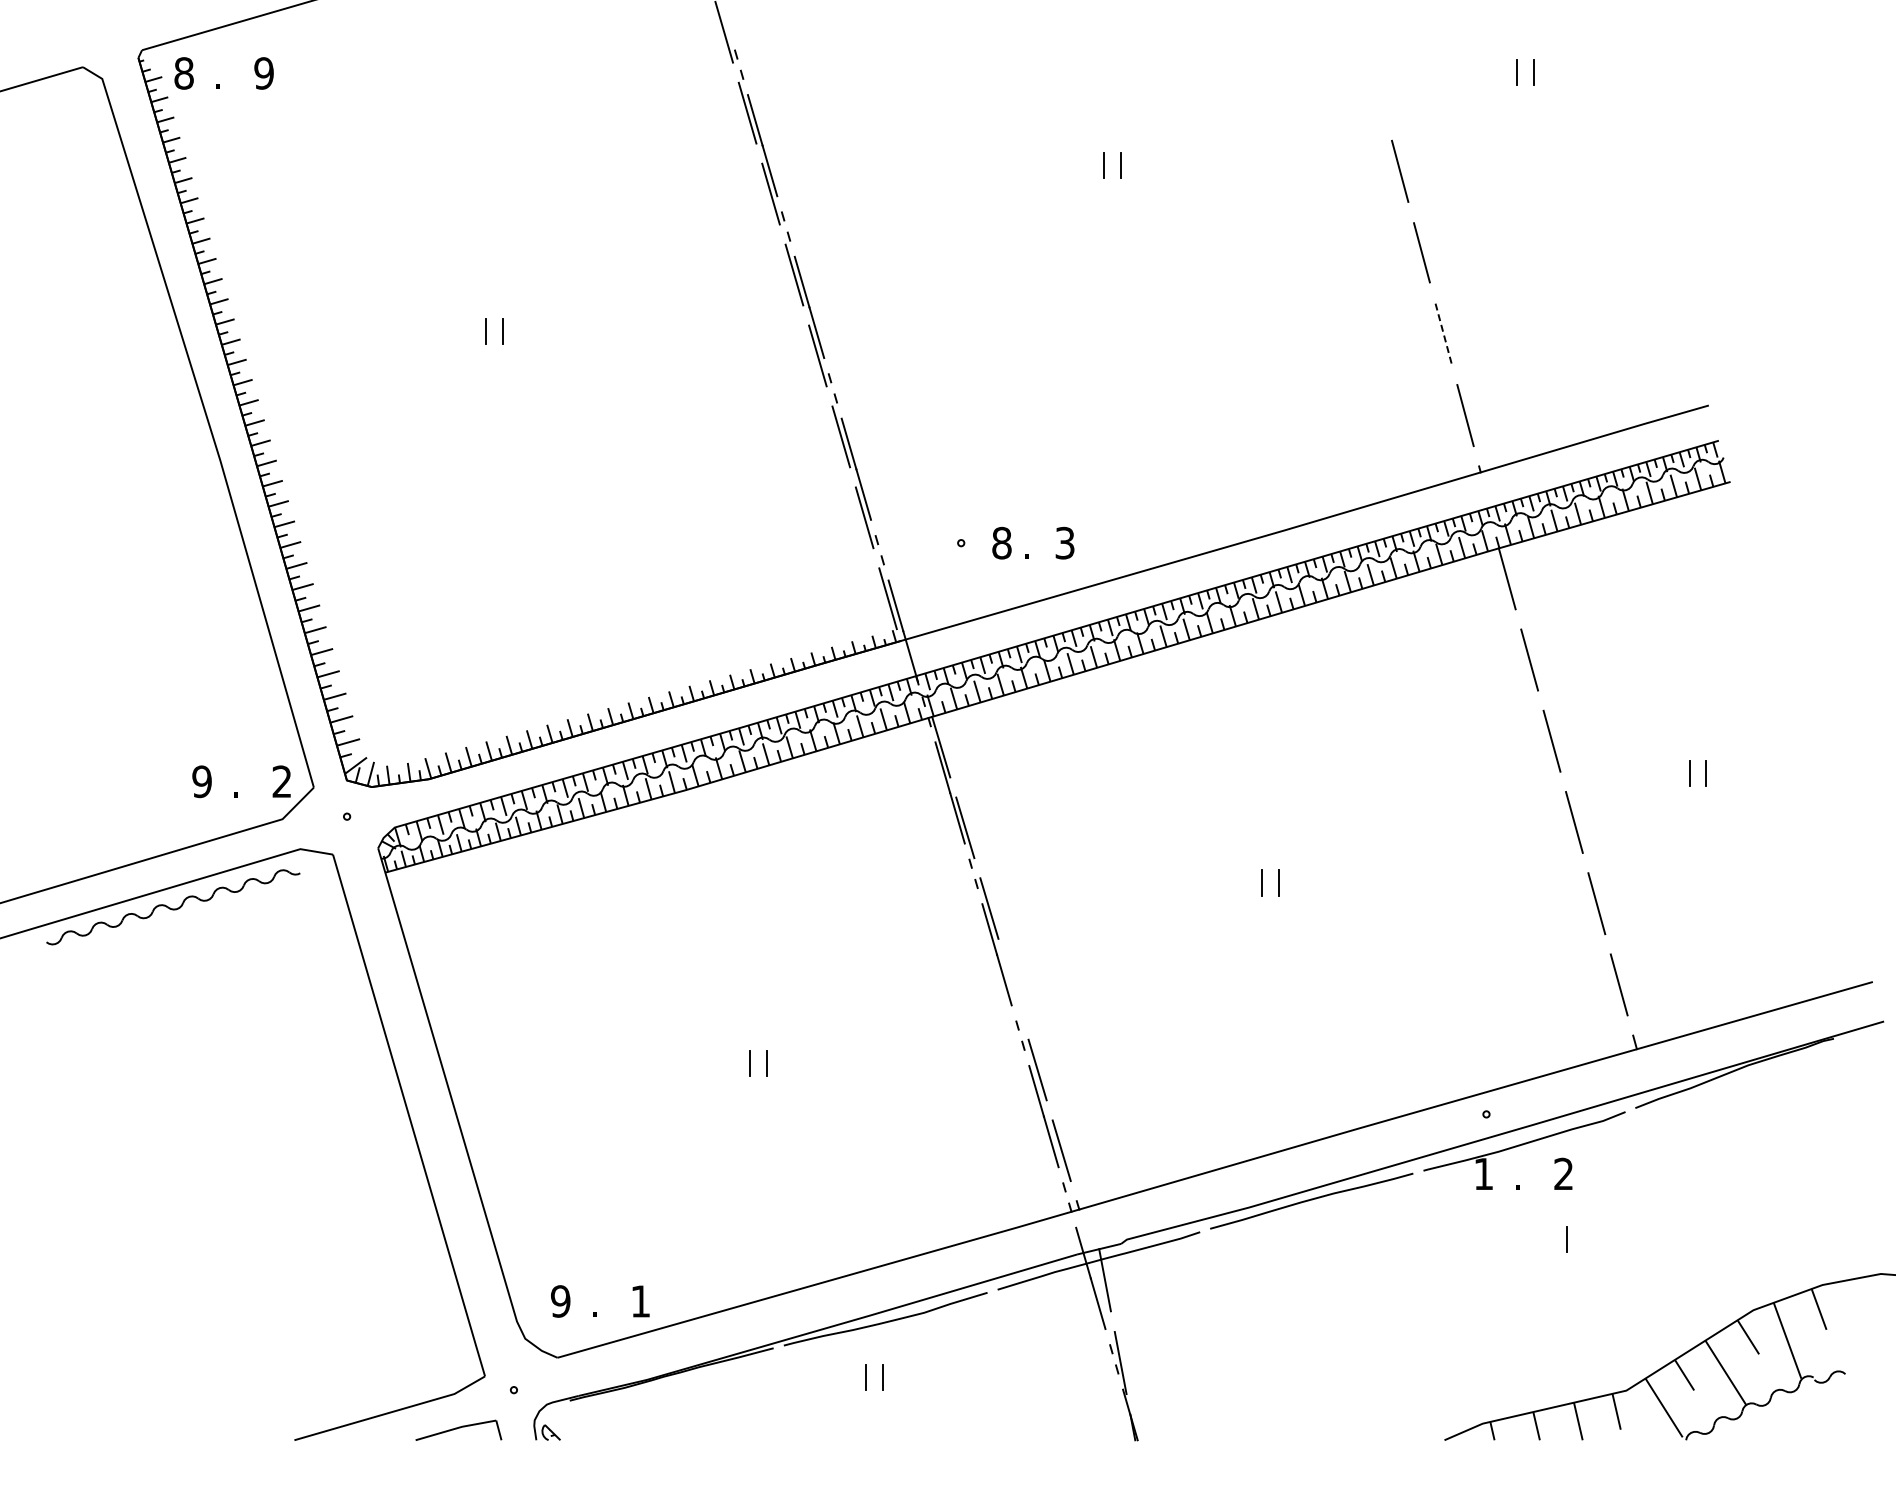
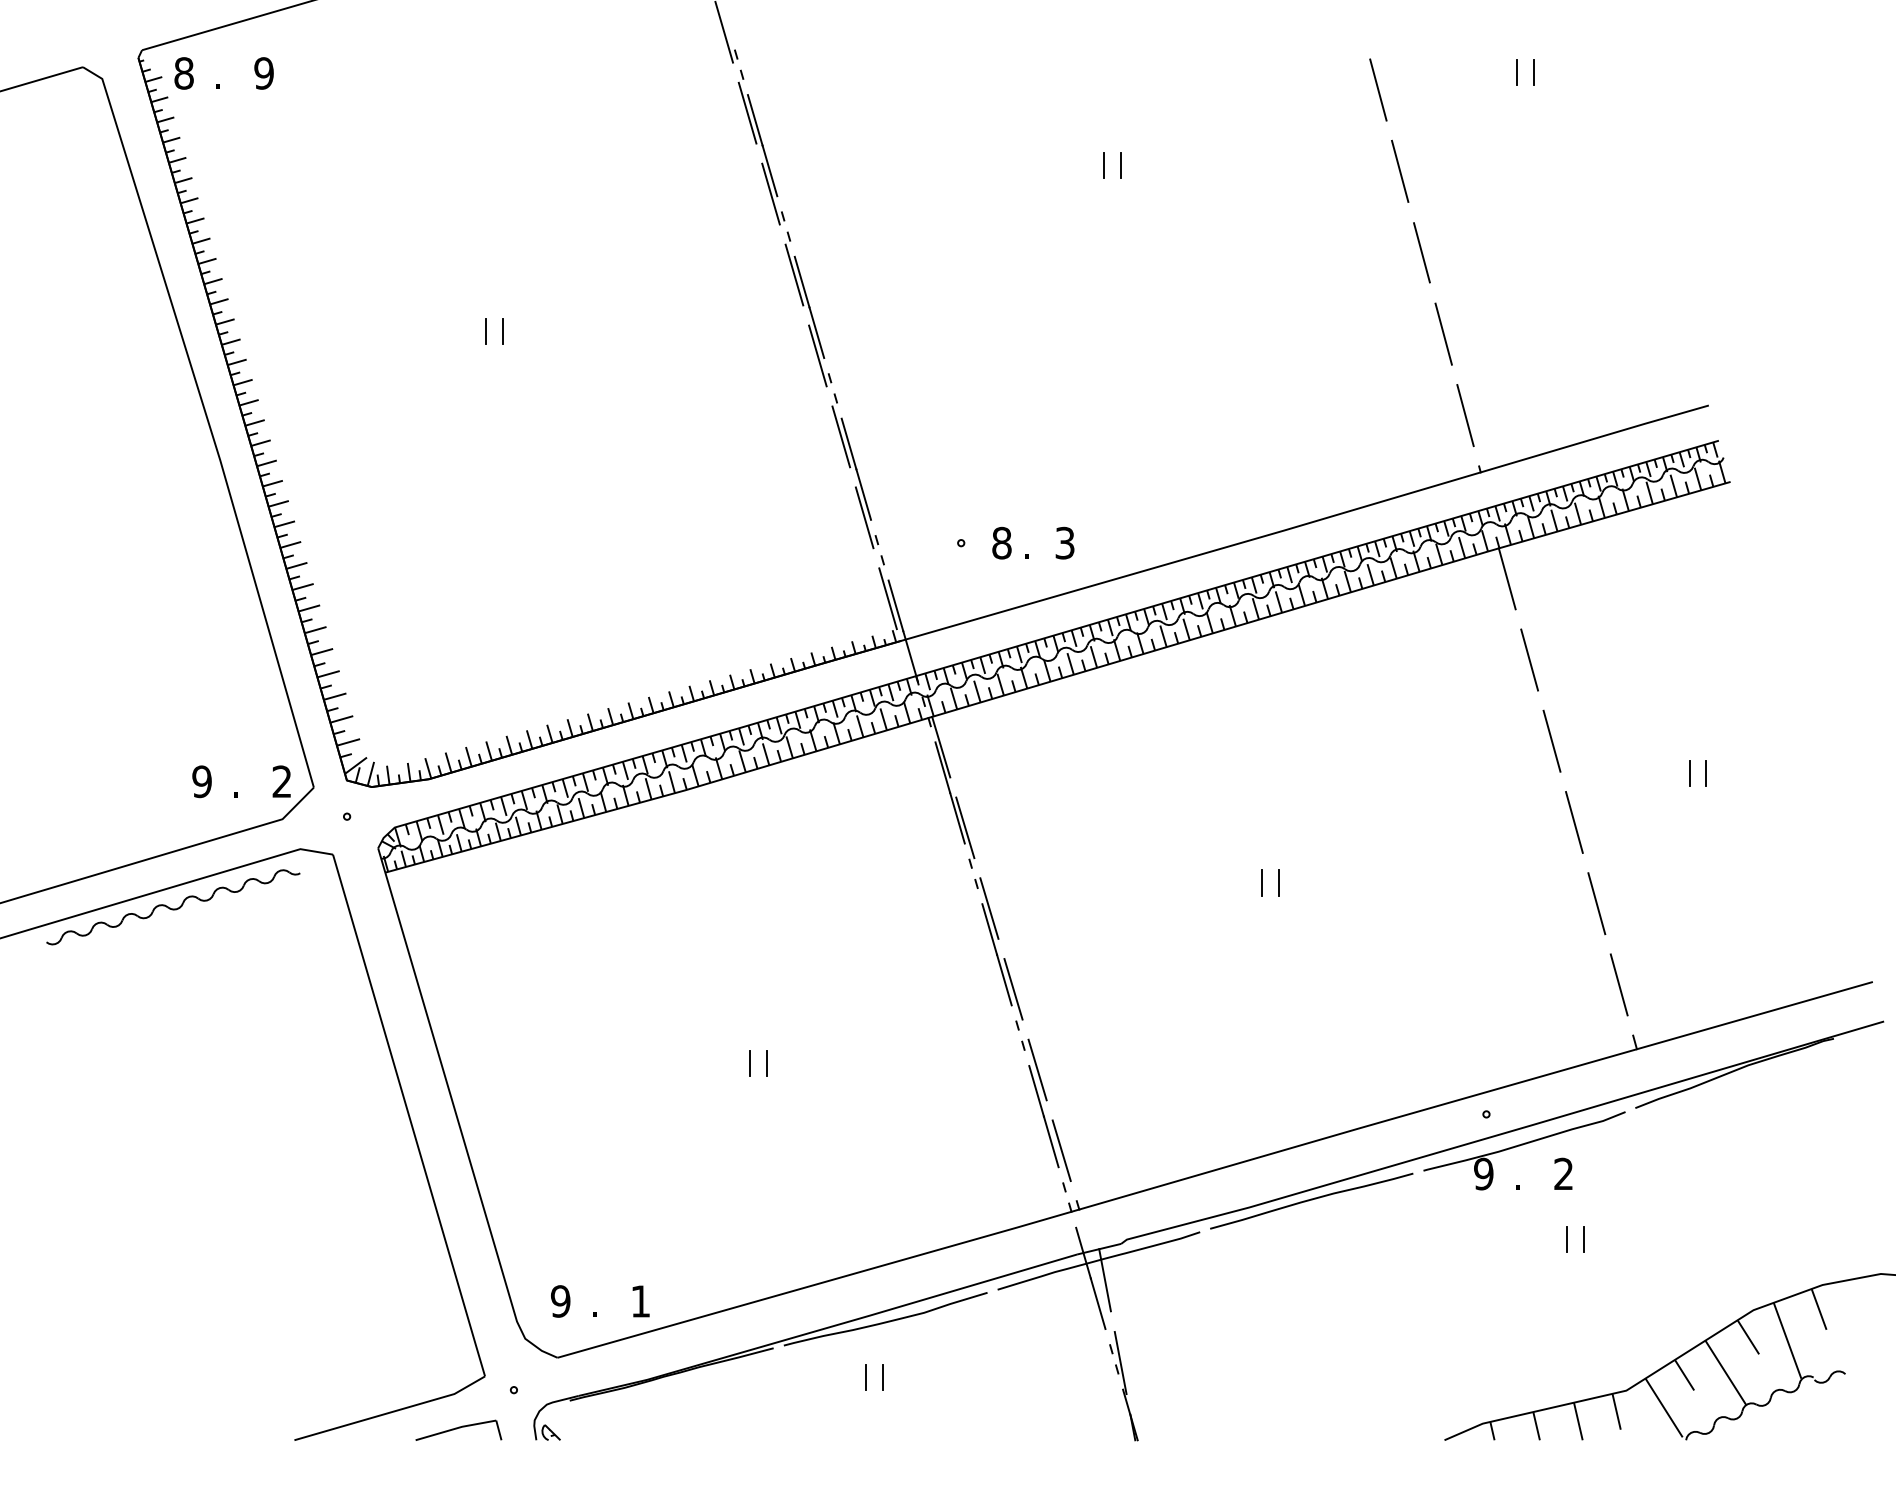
line at (1378, 89): none -> present
line at (1443, 334): dashed -> solid
line at (1013, 989): none -> present
text at (1483, 1173): 1 -> 9
line at (1583, 1239): none -> present
